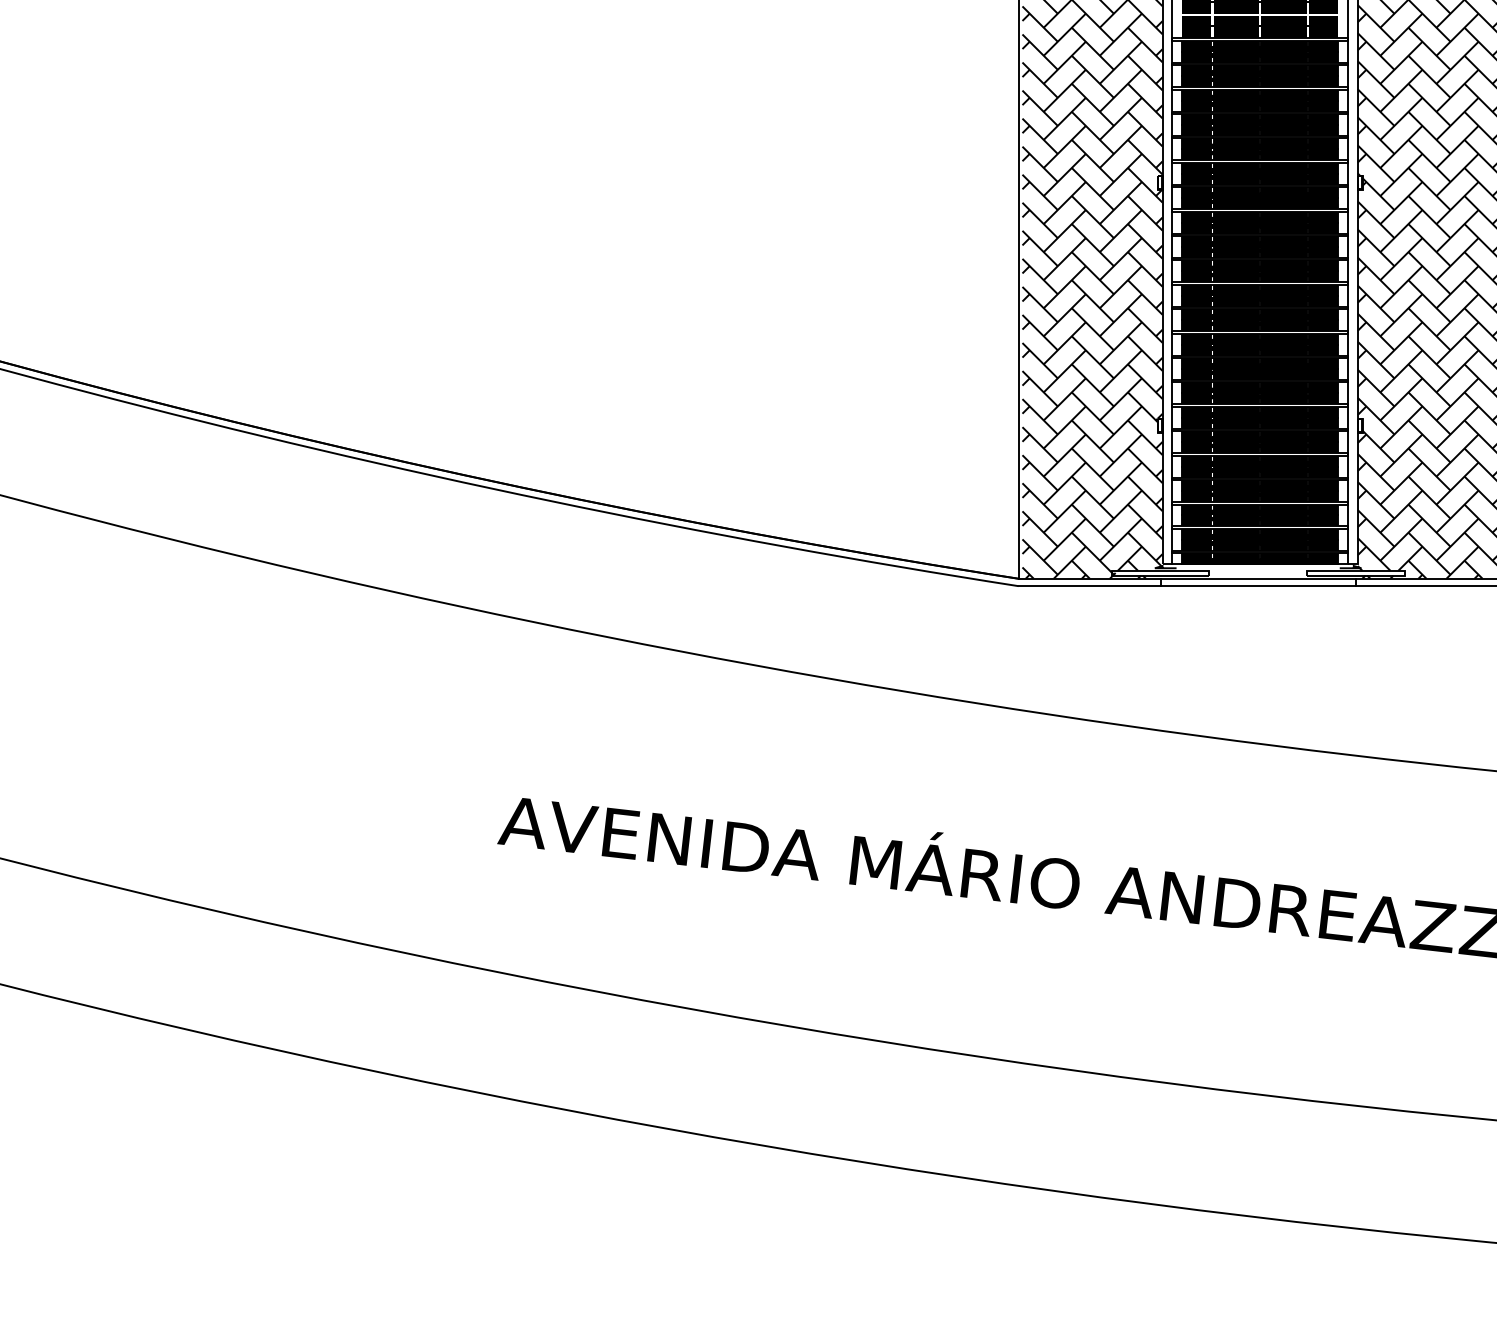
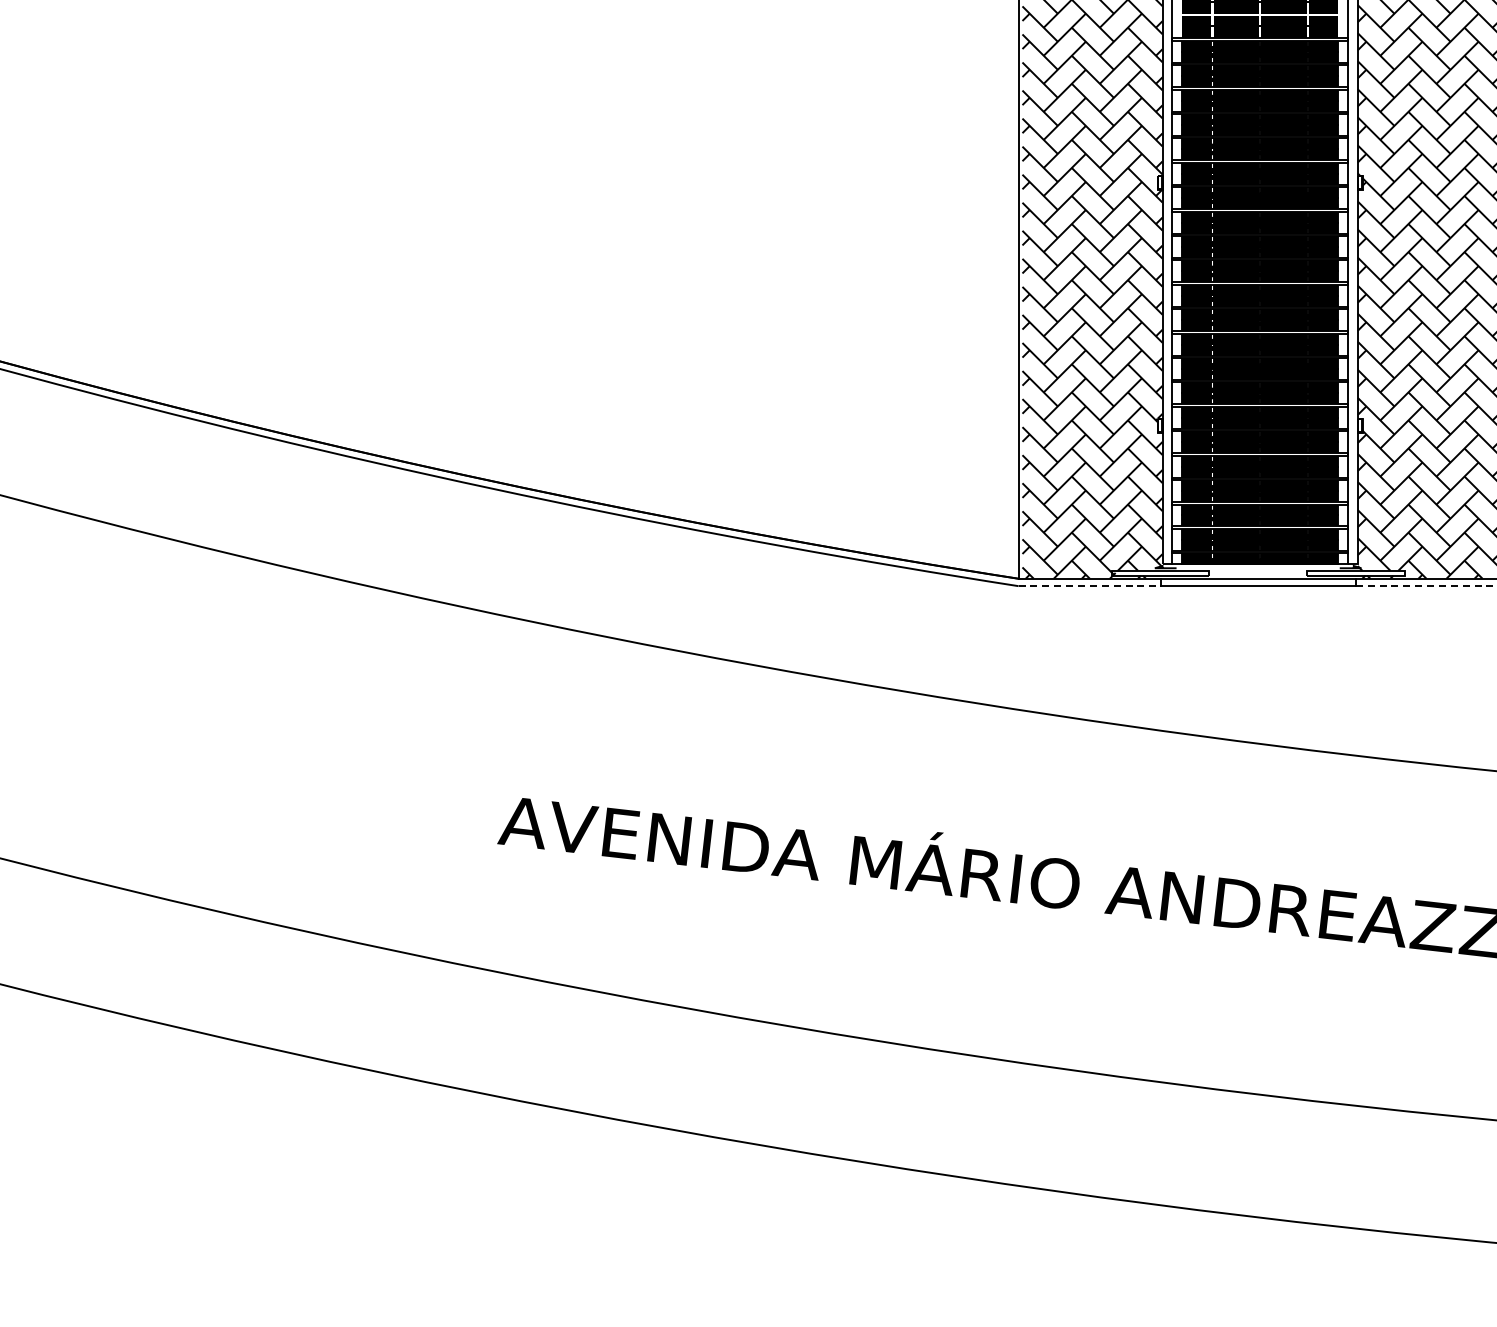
line at (1089, 586): solid -> dashed
line at (1426, 586): solid -> dashed
